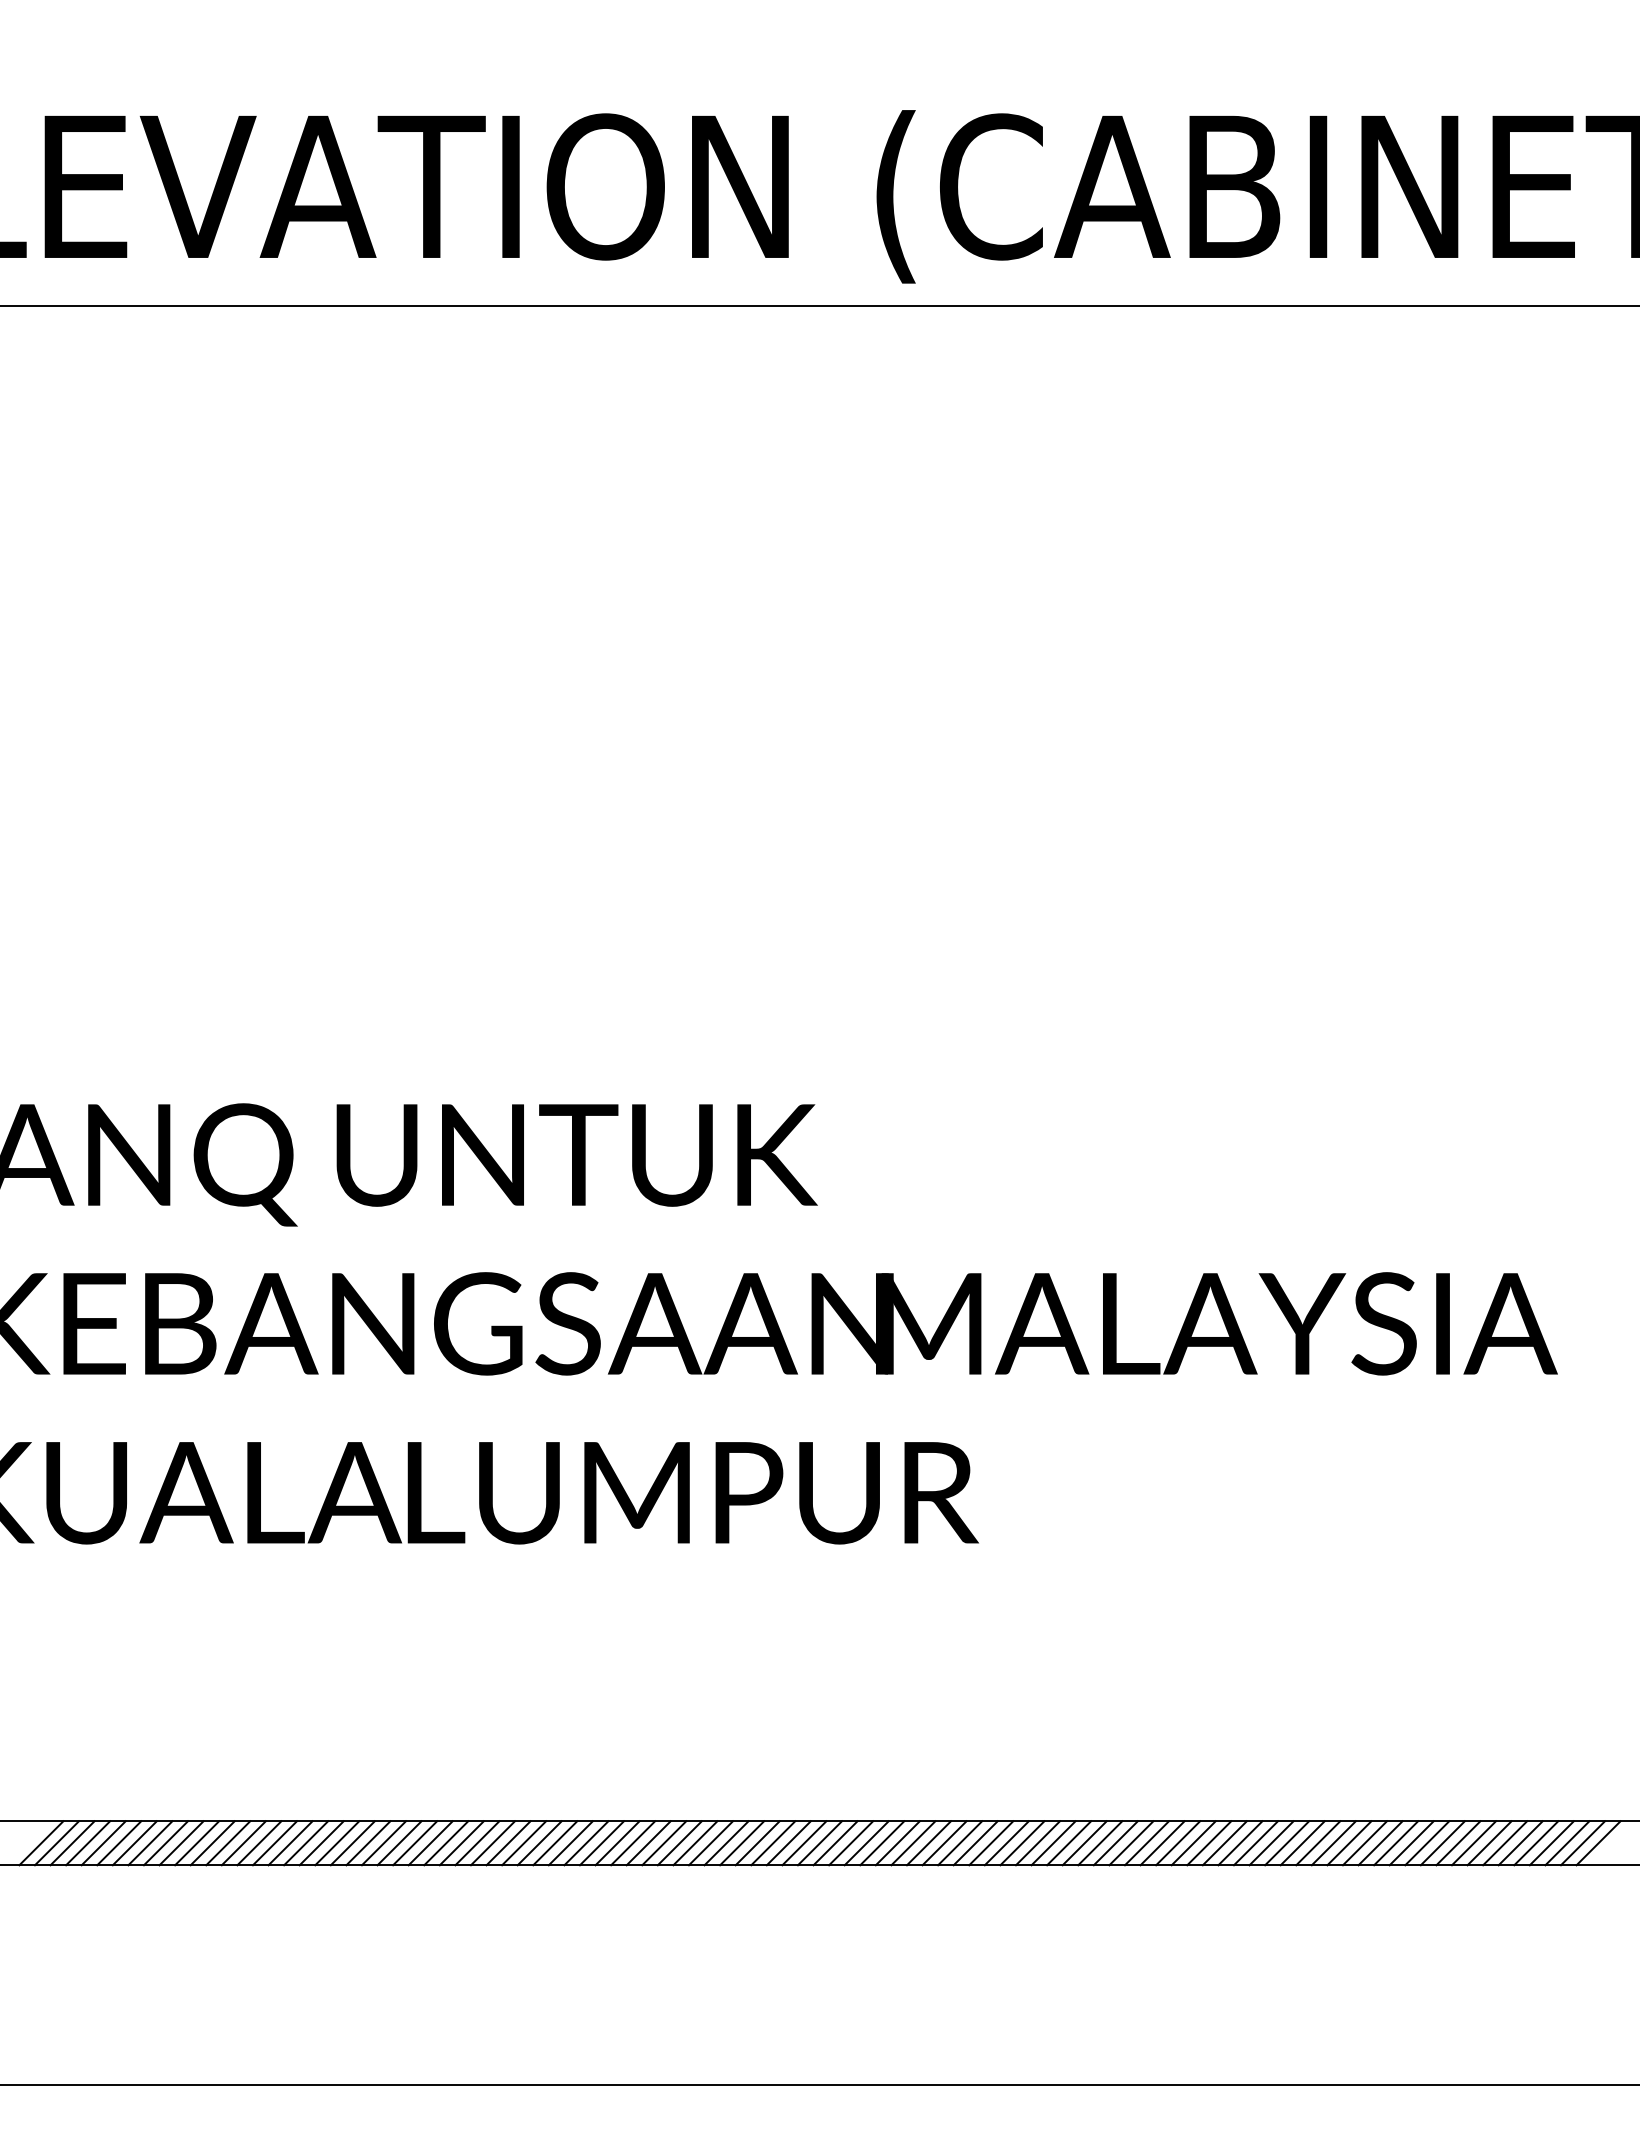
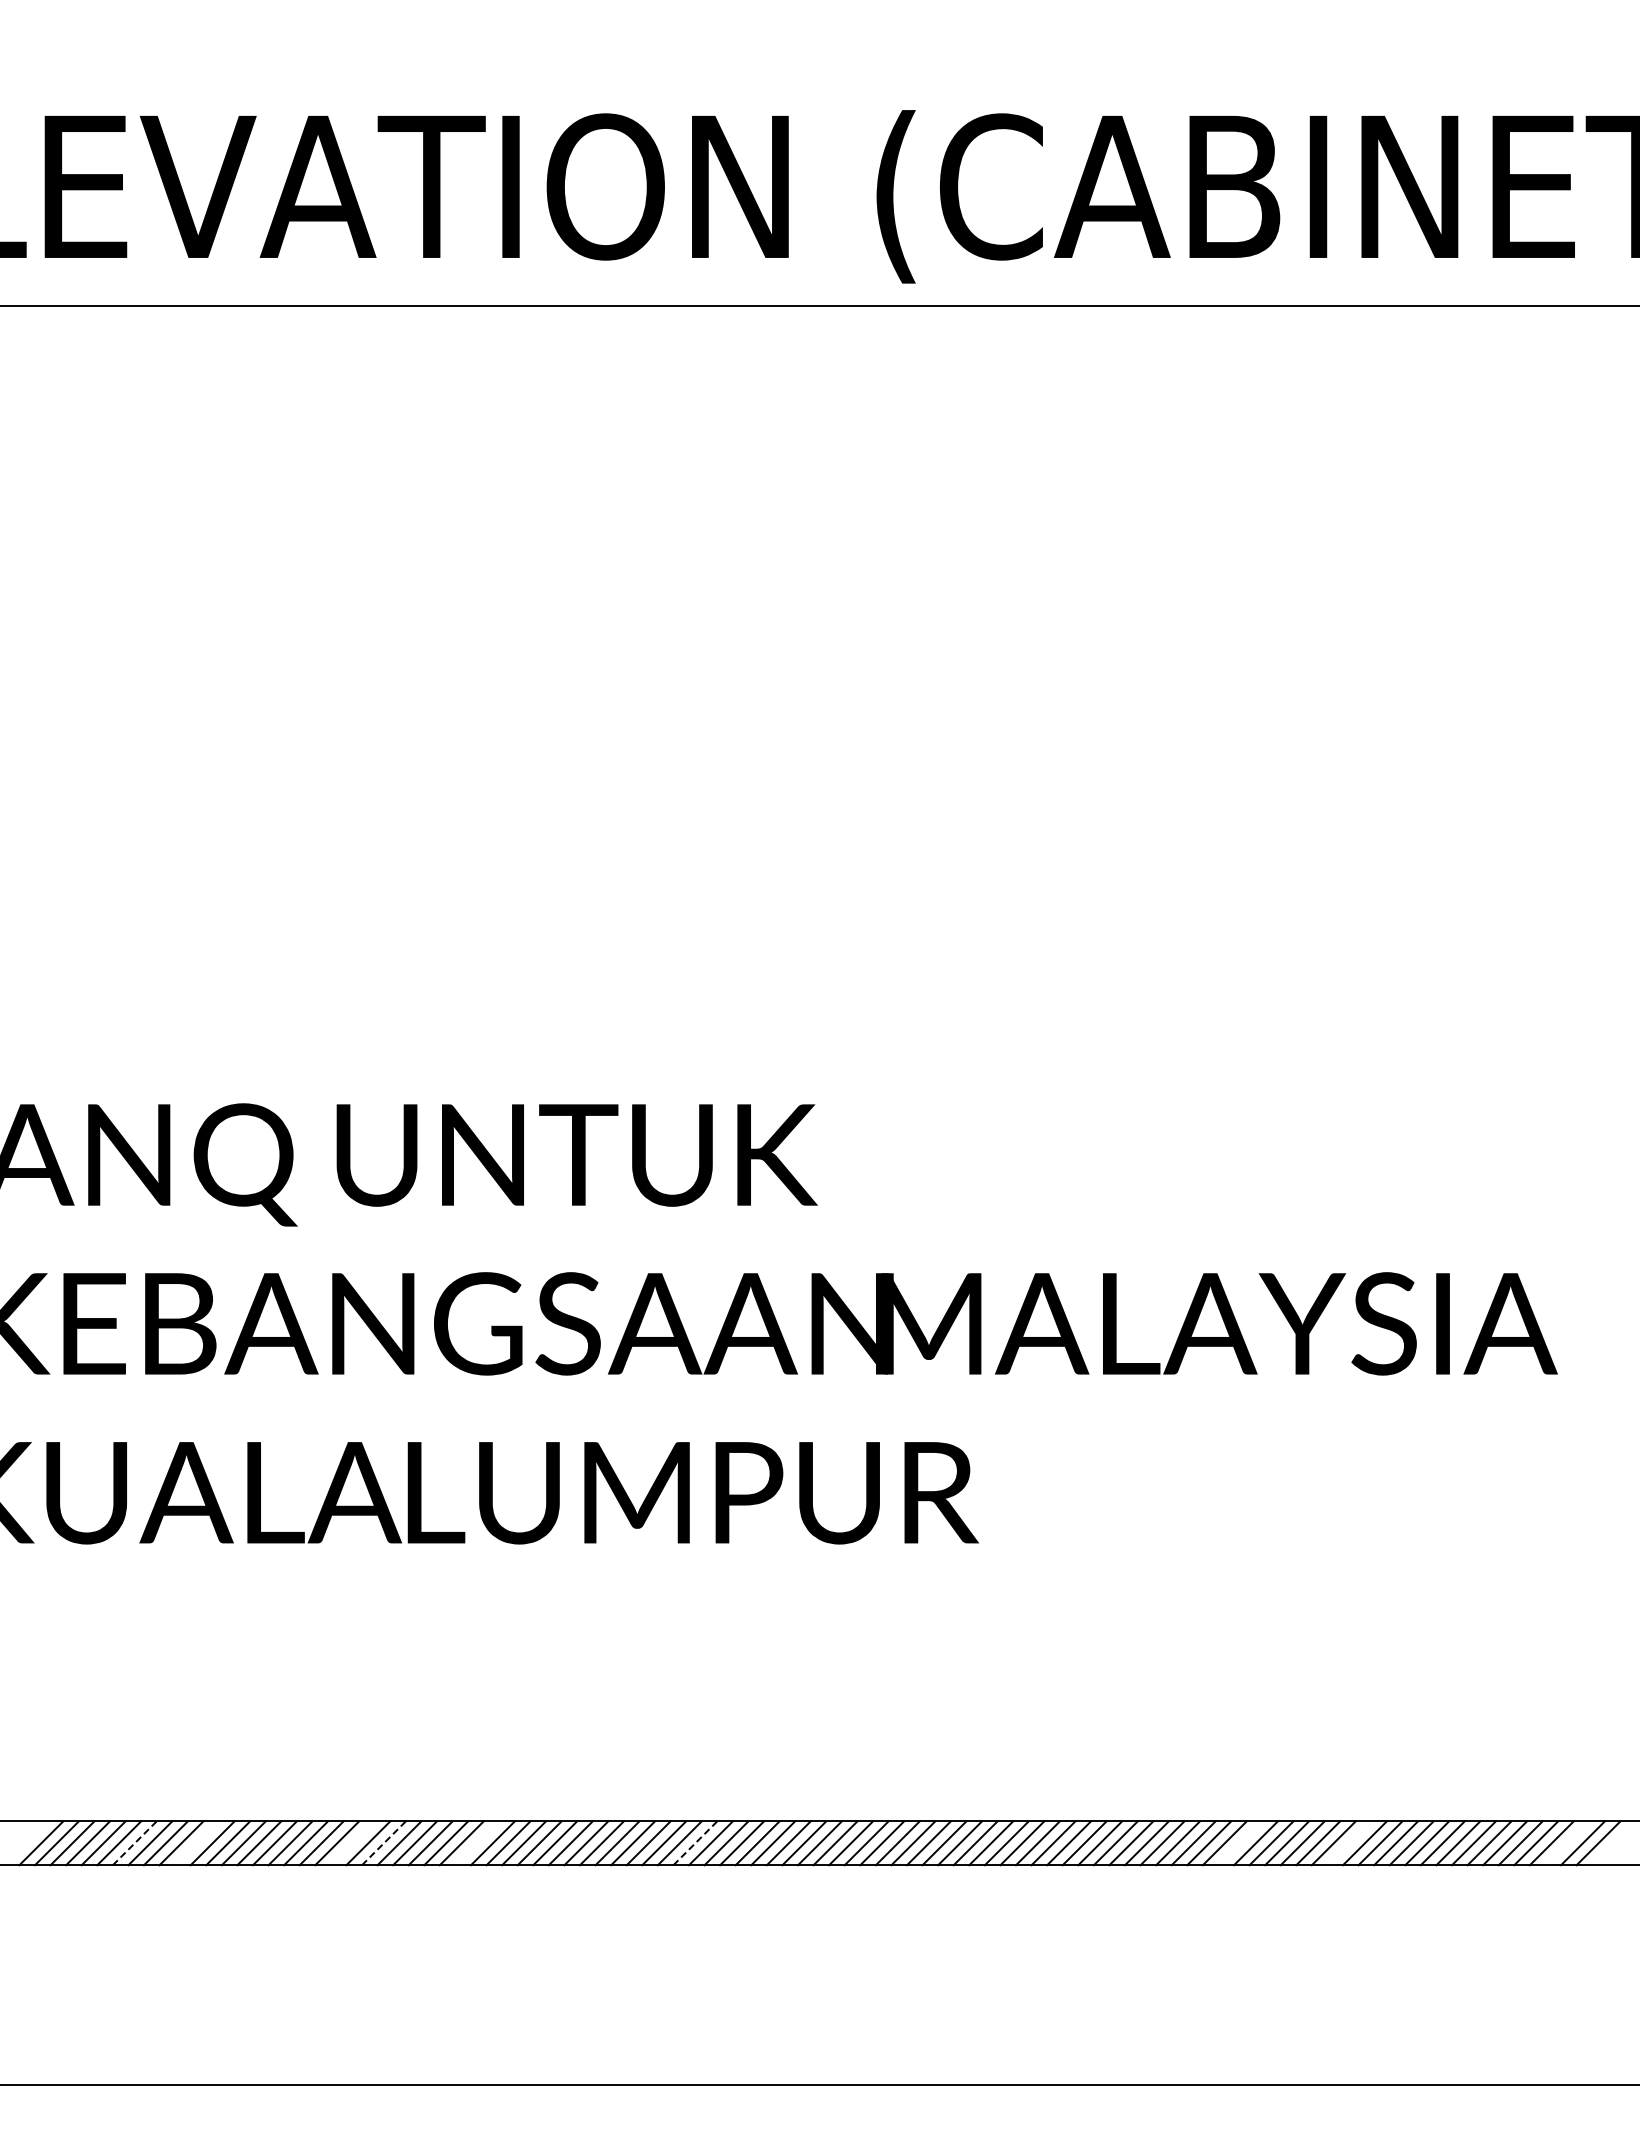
line at (135, 1842): solid -> dashed
line at (384, 1842): solid -> dashed
line at (695, 1842): solid -> dashed
line at (197, 1843): present -> none
line at (352, 1843): present -> none
line at (477, 1843): present -> none
line at (1240, 1843): present -> none
line at (1349, 1843): present -> none
line at (1567, 1843): present -> none
